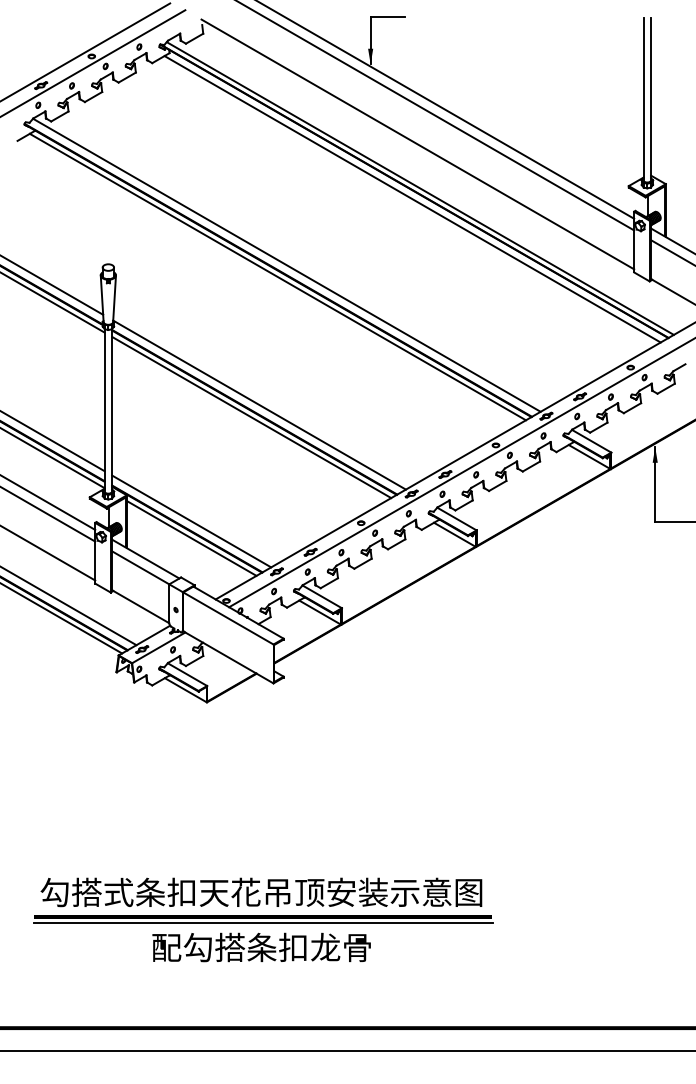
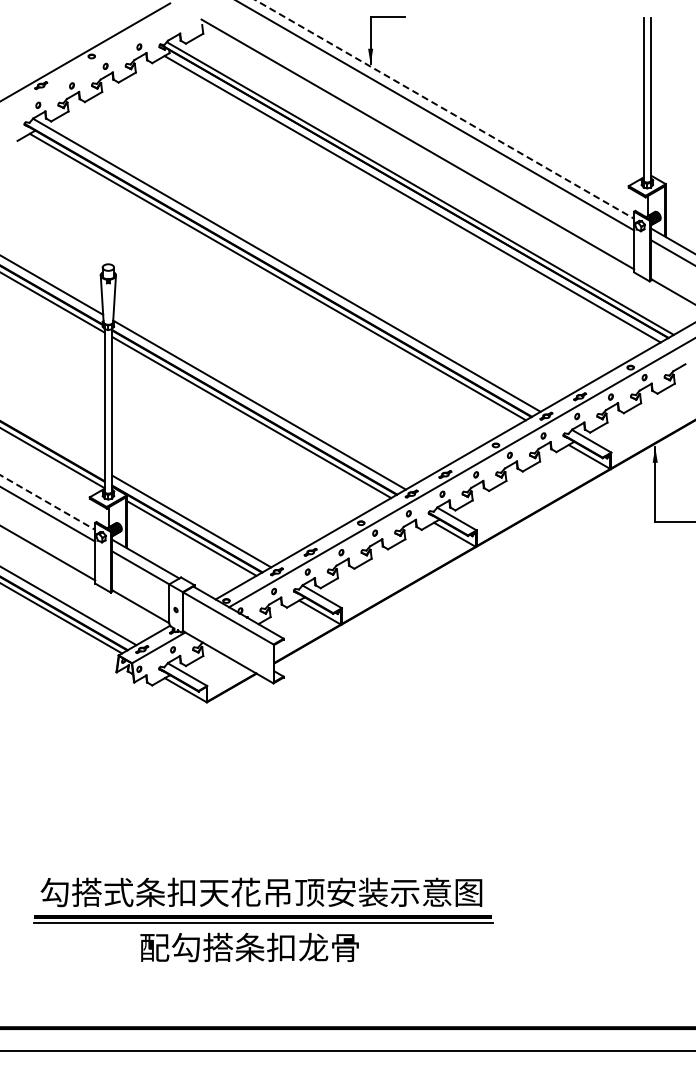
line at (93, 62): present -> none
line at (444, 109): solid -> dashed
line at (53, 441): present -> none
line at (47, 502): solid -> dashed
text at (261, 947) position: (261, 947) -> (249, 947)
